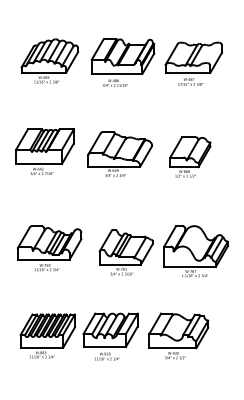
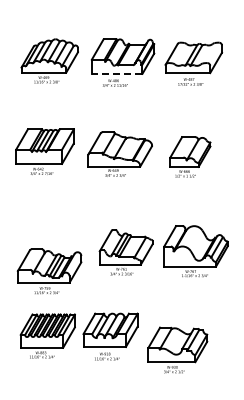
line at (116, 73): solid -> dashed
part at (49, 248) position: (49, 248) -> (49, 271)
part at (178, 335) position: (178, 335) -> (177, 349)
